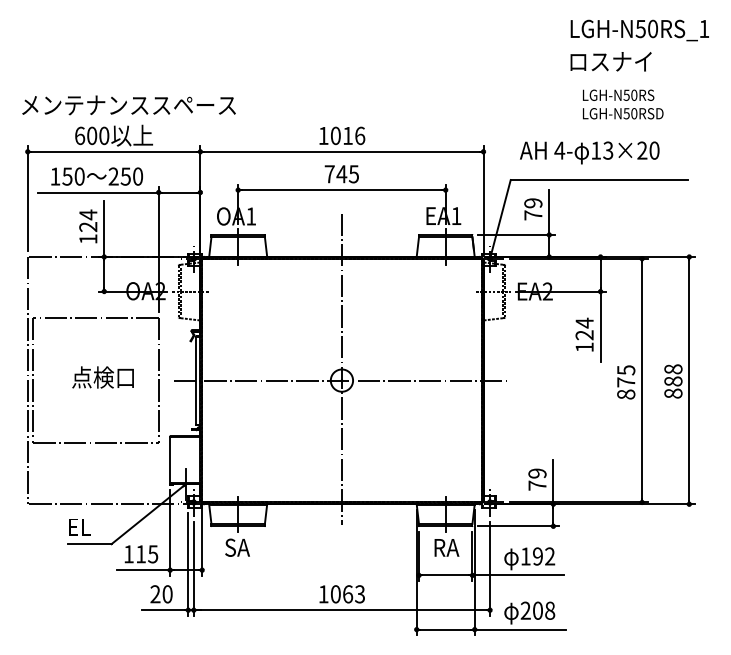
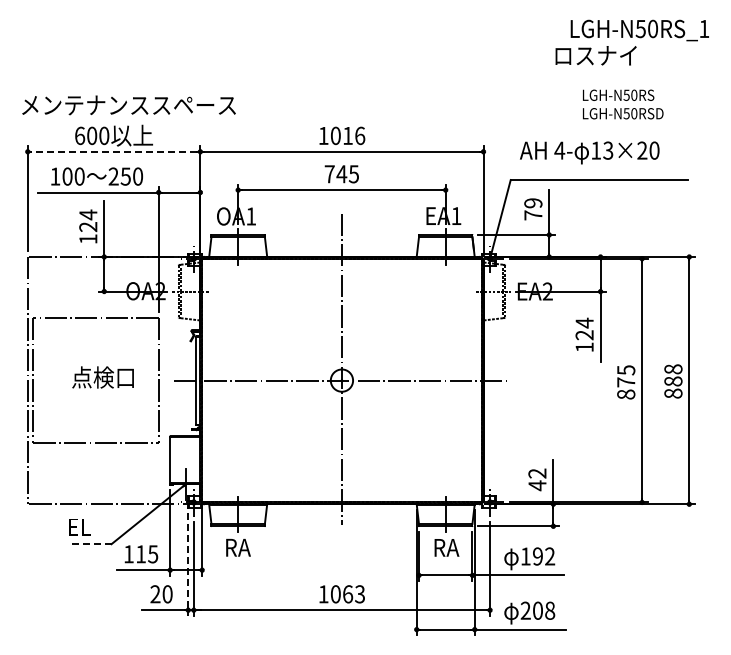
text at (610, 61) position: (610, 61) -> (595, 55)
line at (114, 151): solid -> dashed
text at (67, 176): 150 -> 100
text at (537, 479): 79 -> 42
line at (89, 544): solid -> dashed
text at (237, 547): SA -> RA
line at (188, 564): solid -> dashed
